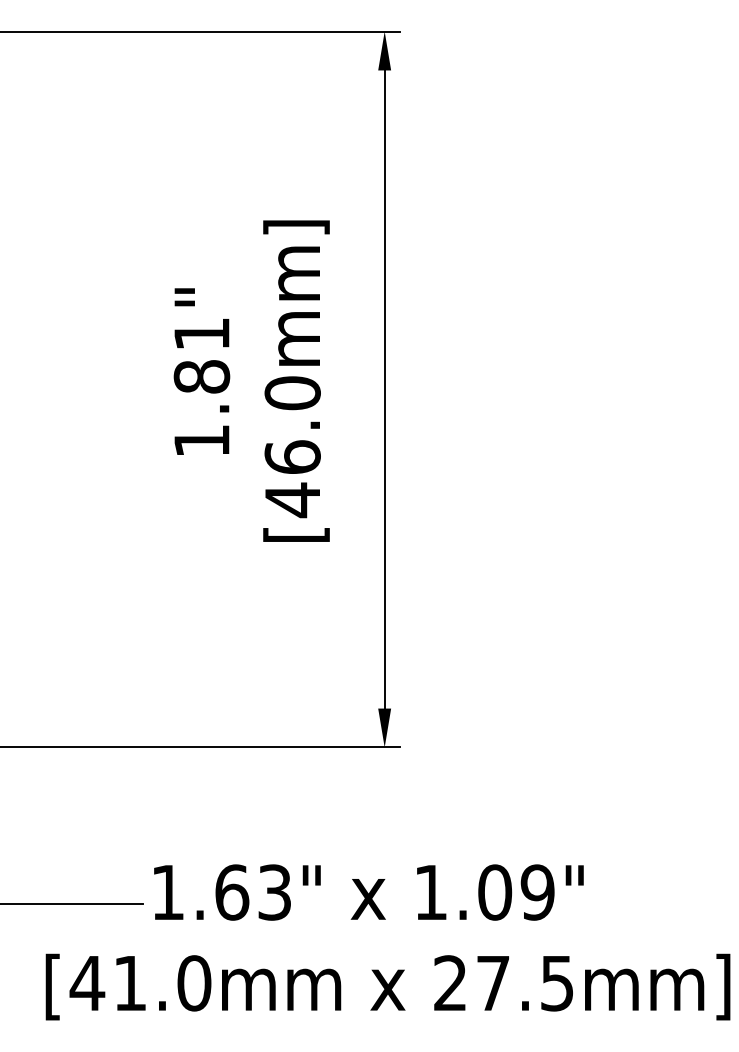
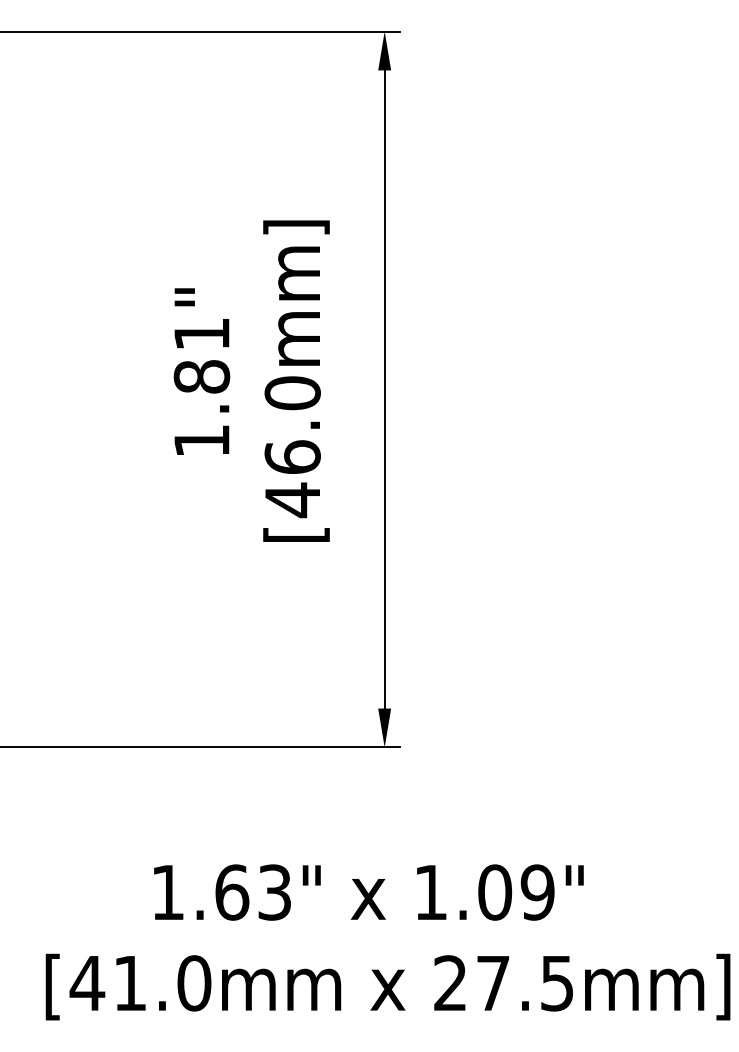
line at (72, 903): present -> none
